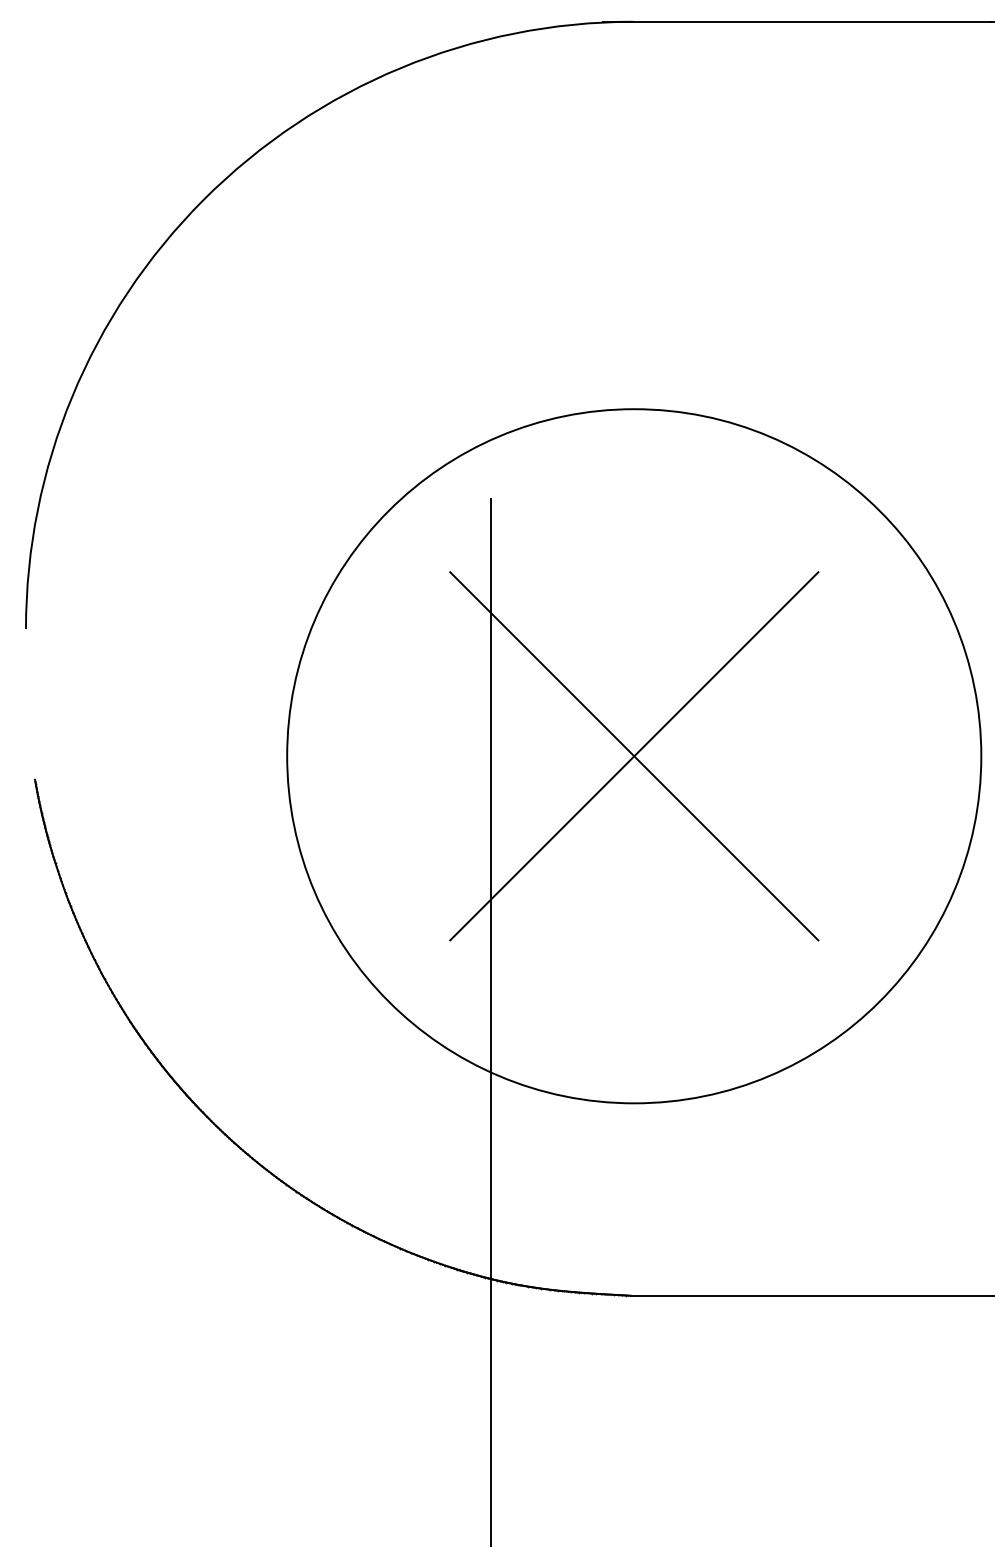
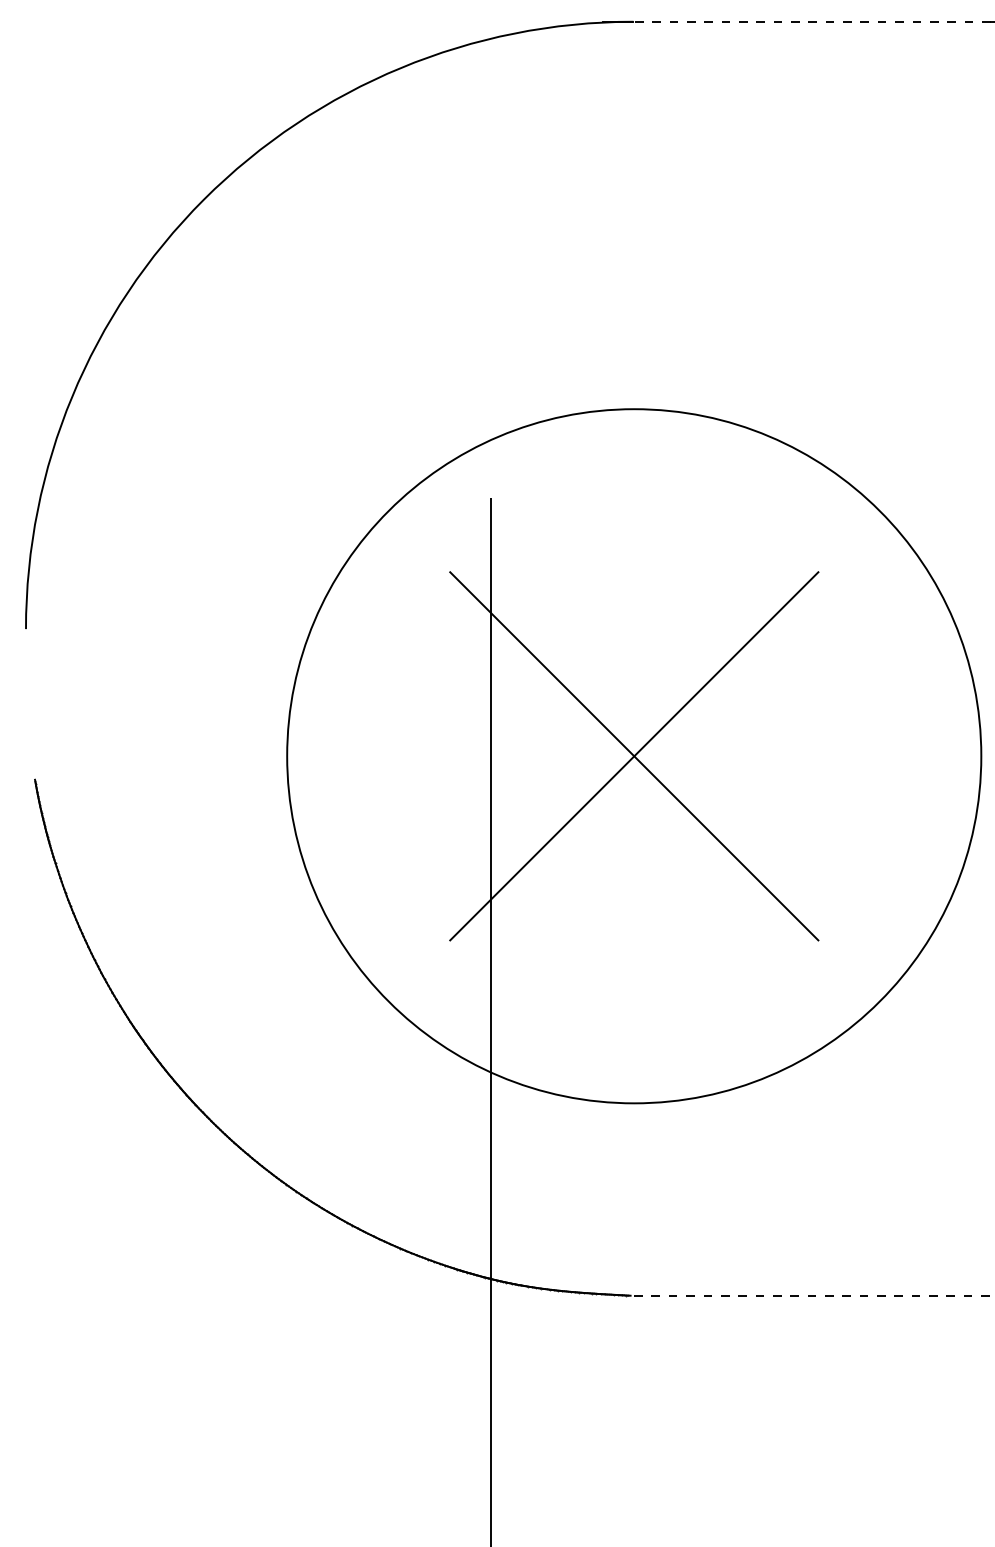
line at (811, 21): solid -> dashed
line at (812, 1295): solid -> dashed
